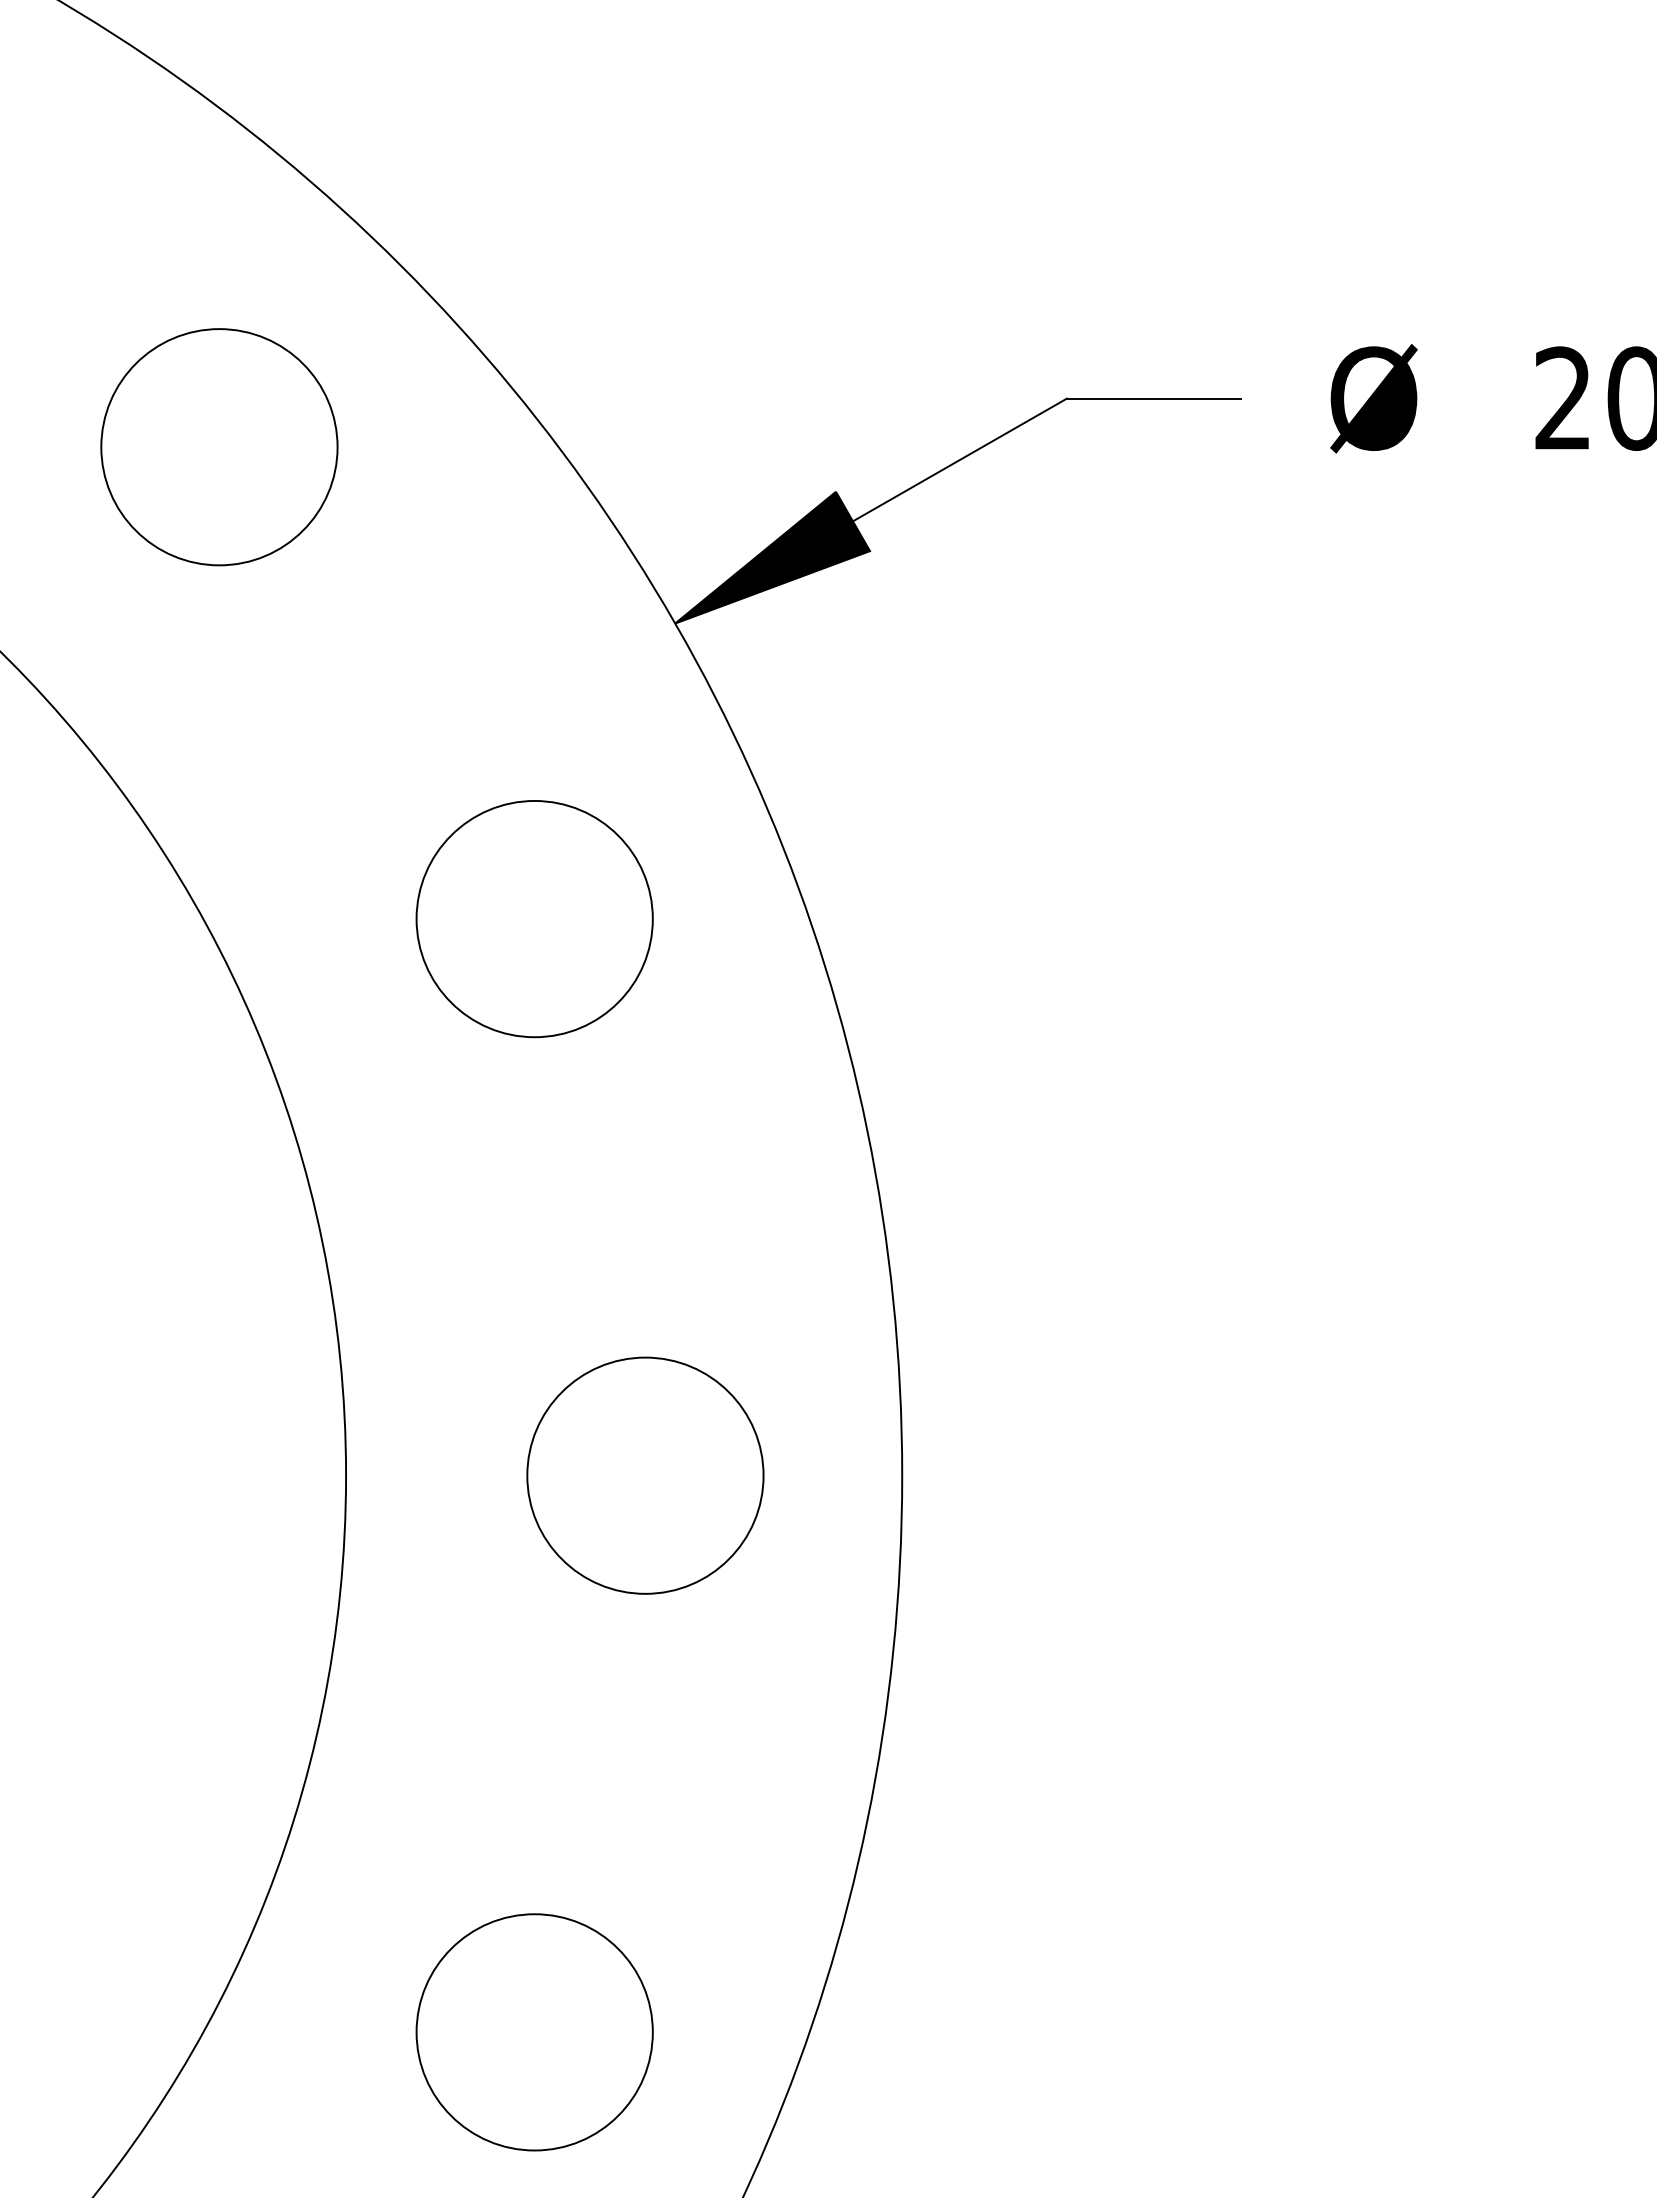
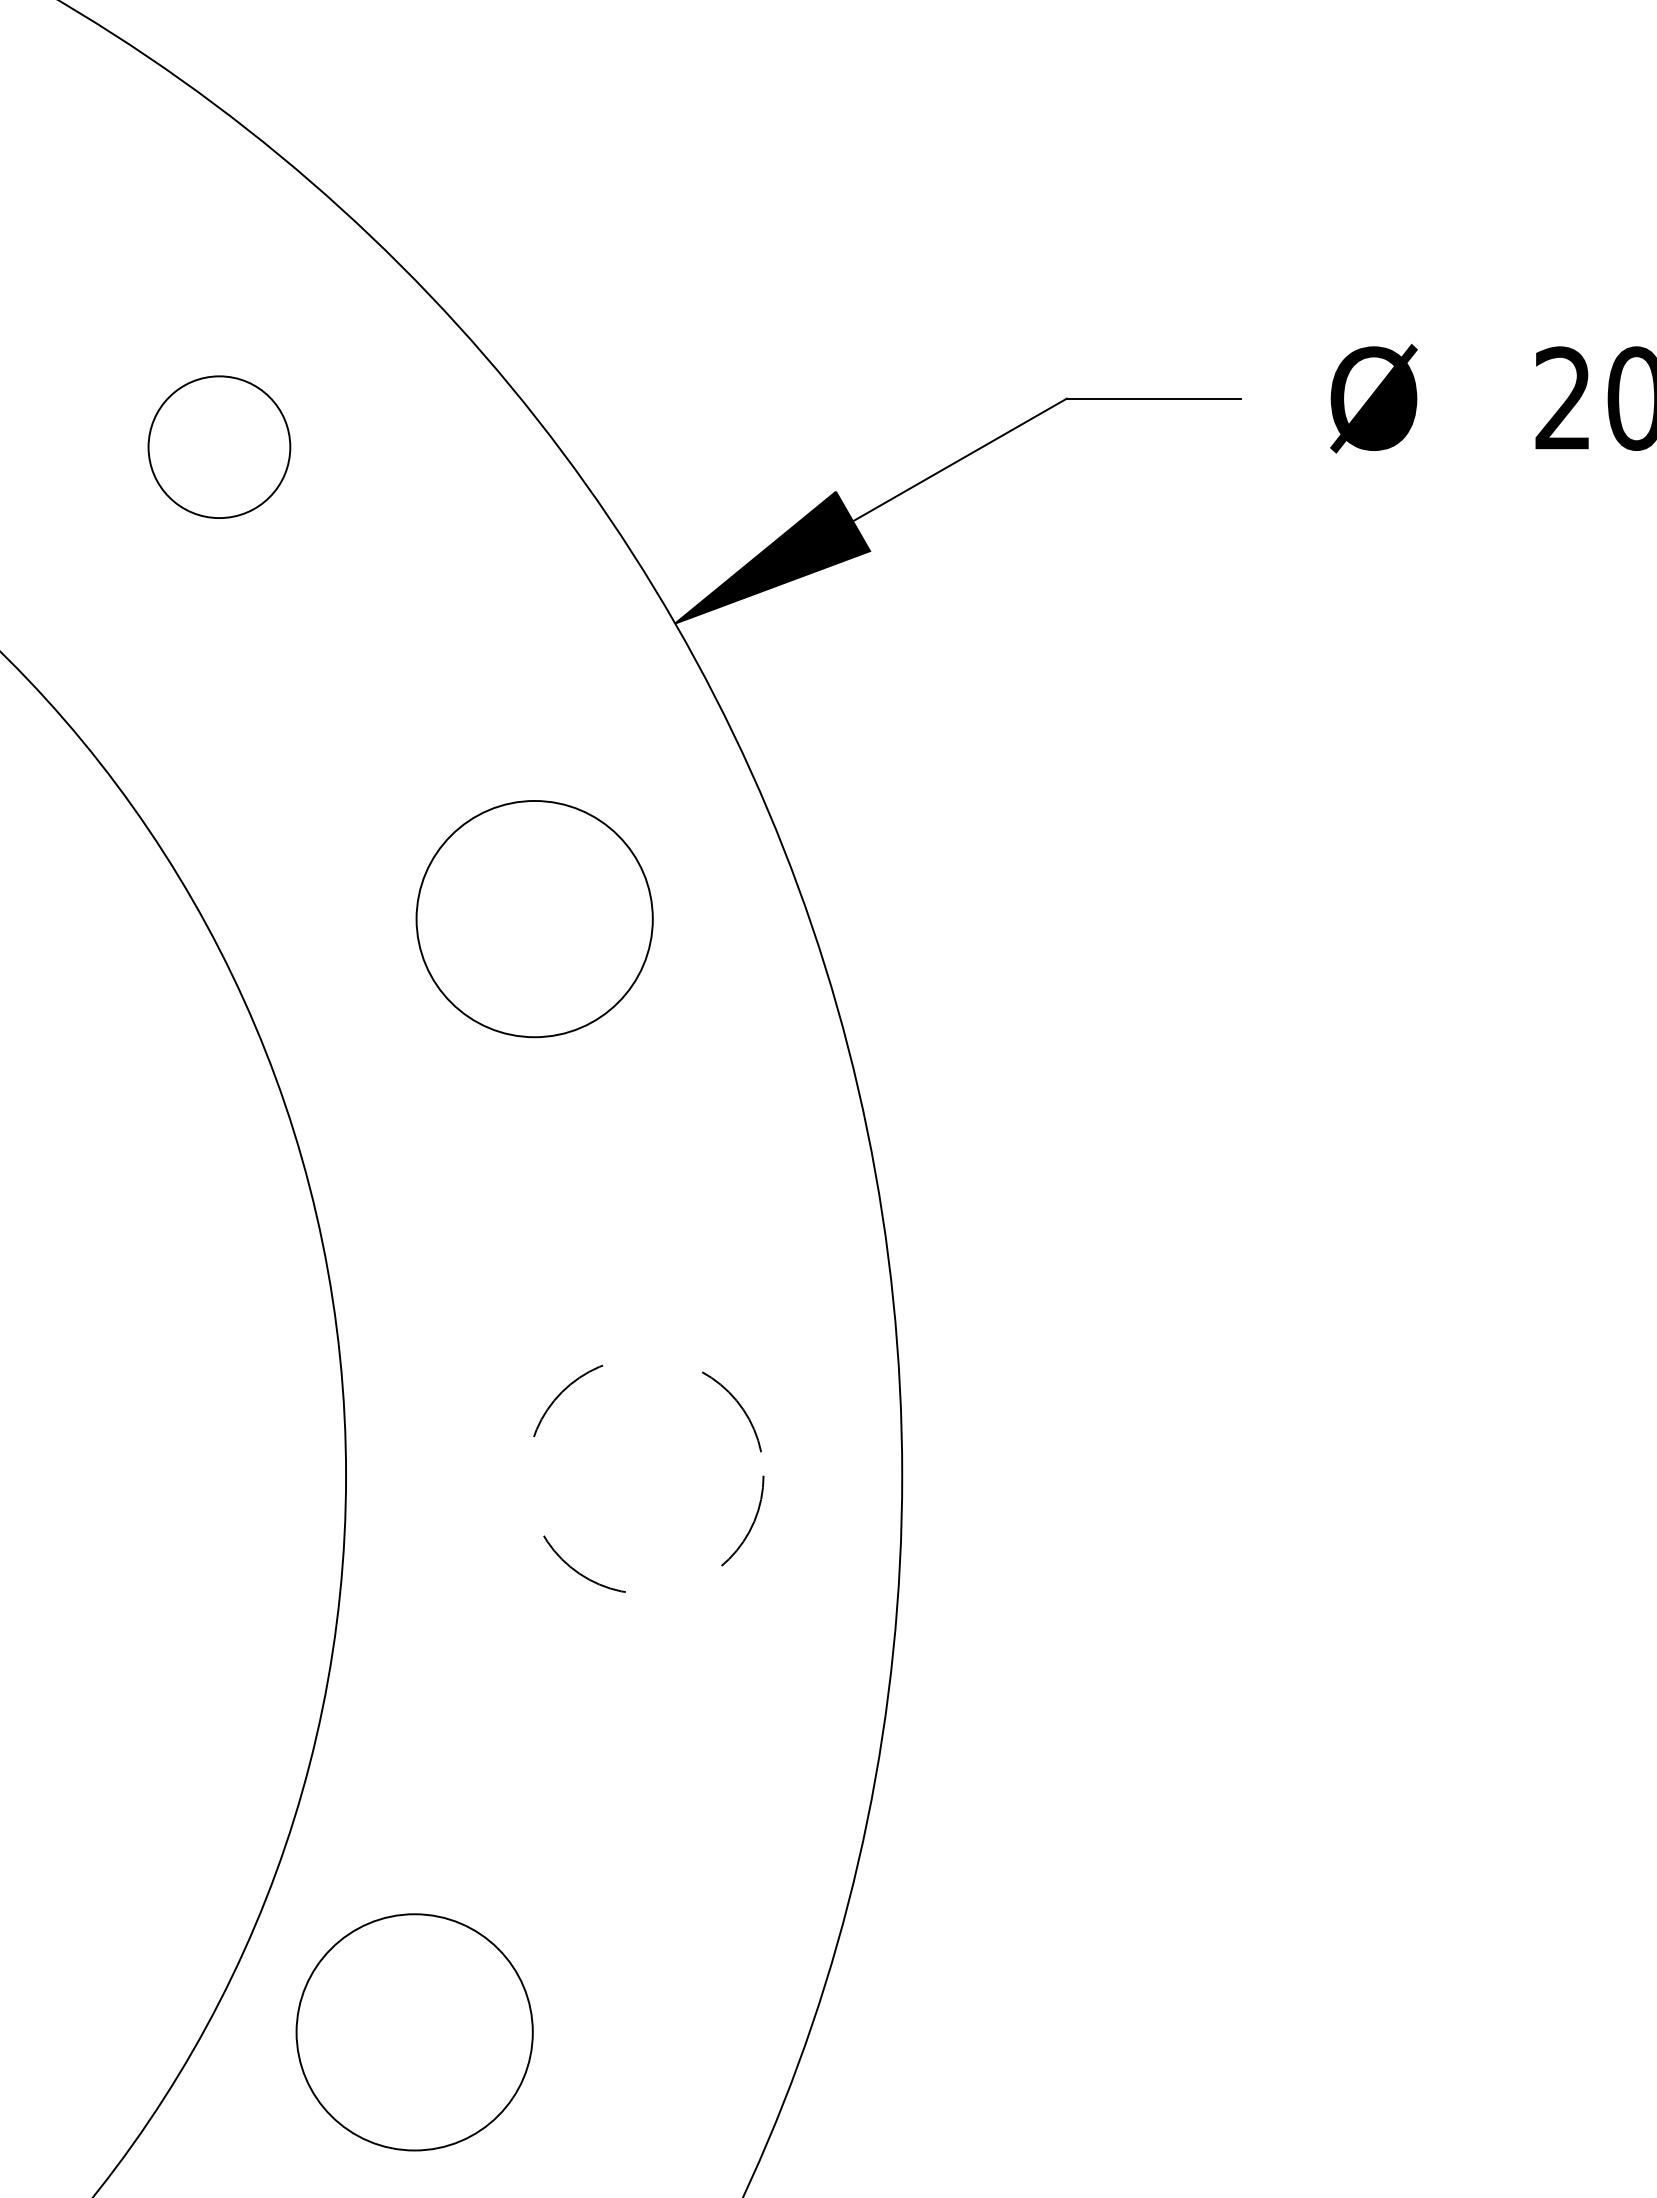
circle at (219, 447) diameter: 236 px -> 142 px
circle at (645, 1475): solid -> dashed
circle at (534, 2032) position: (534, 2032) -> (414, 2032)
